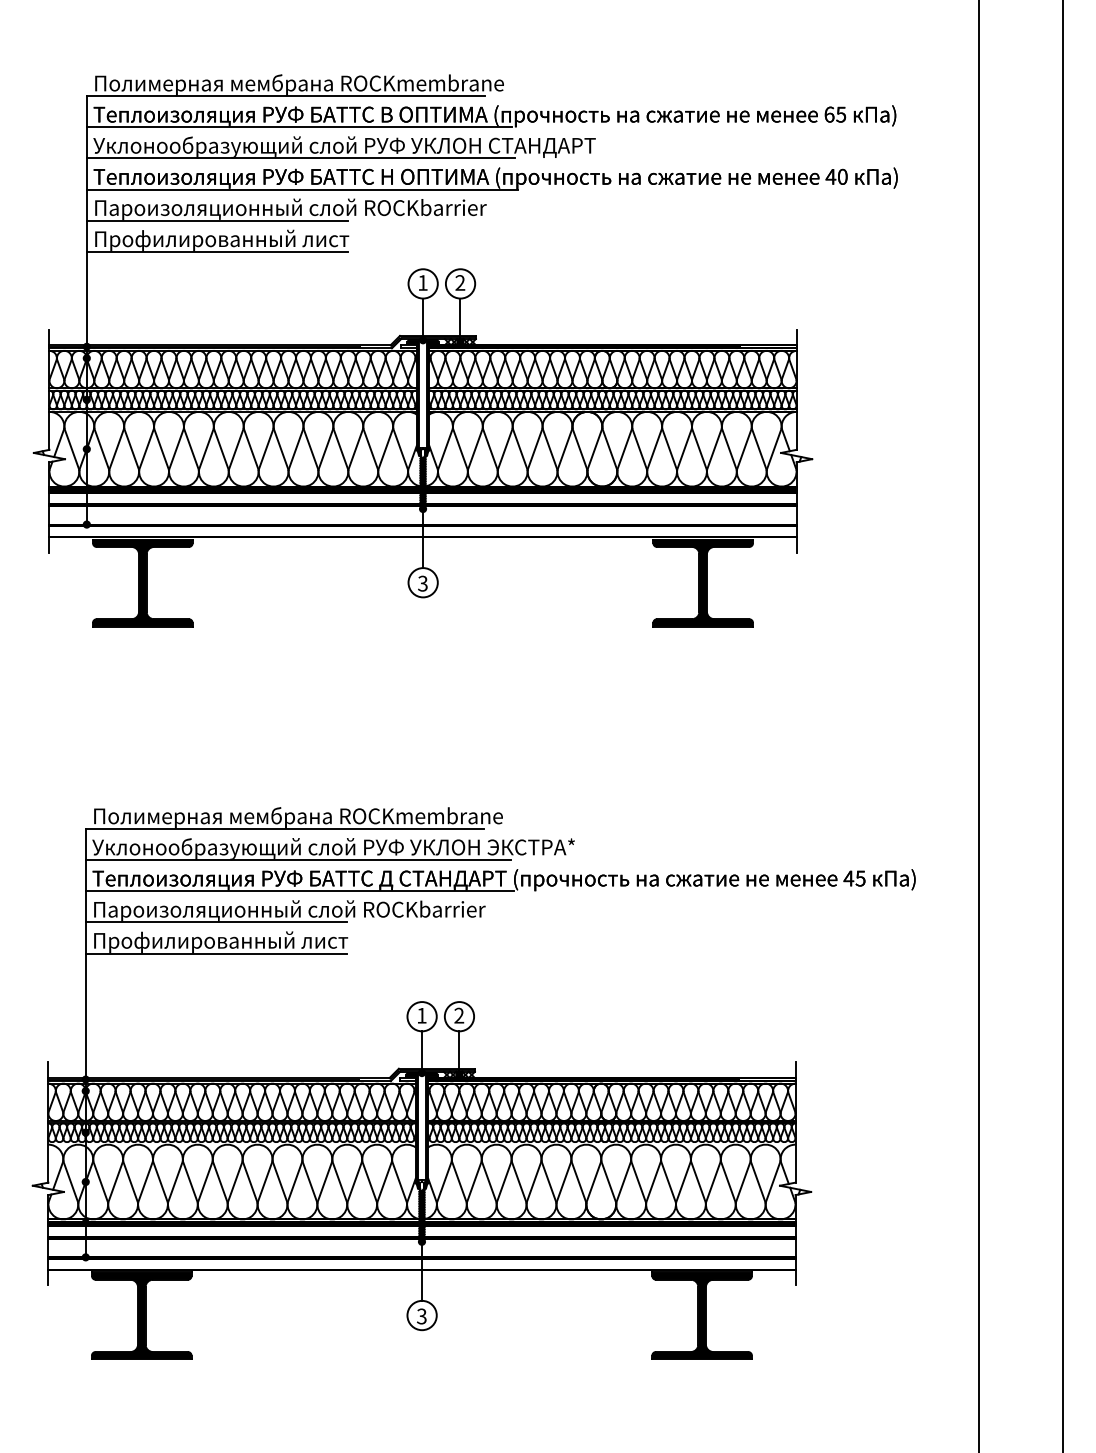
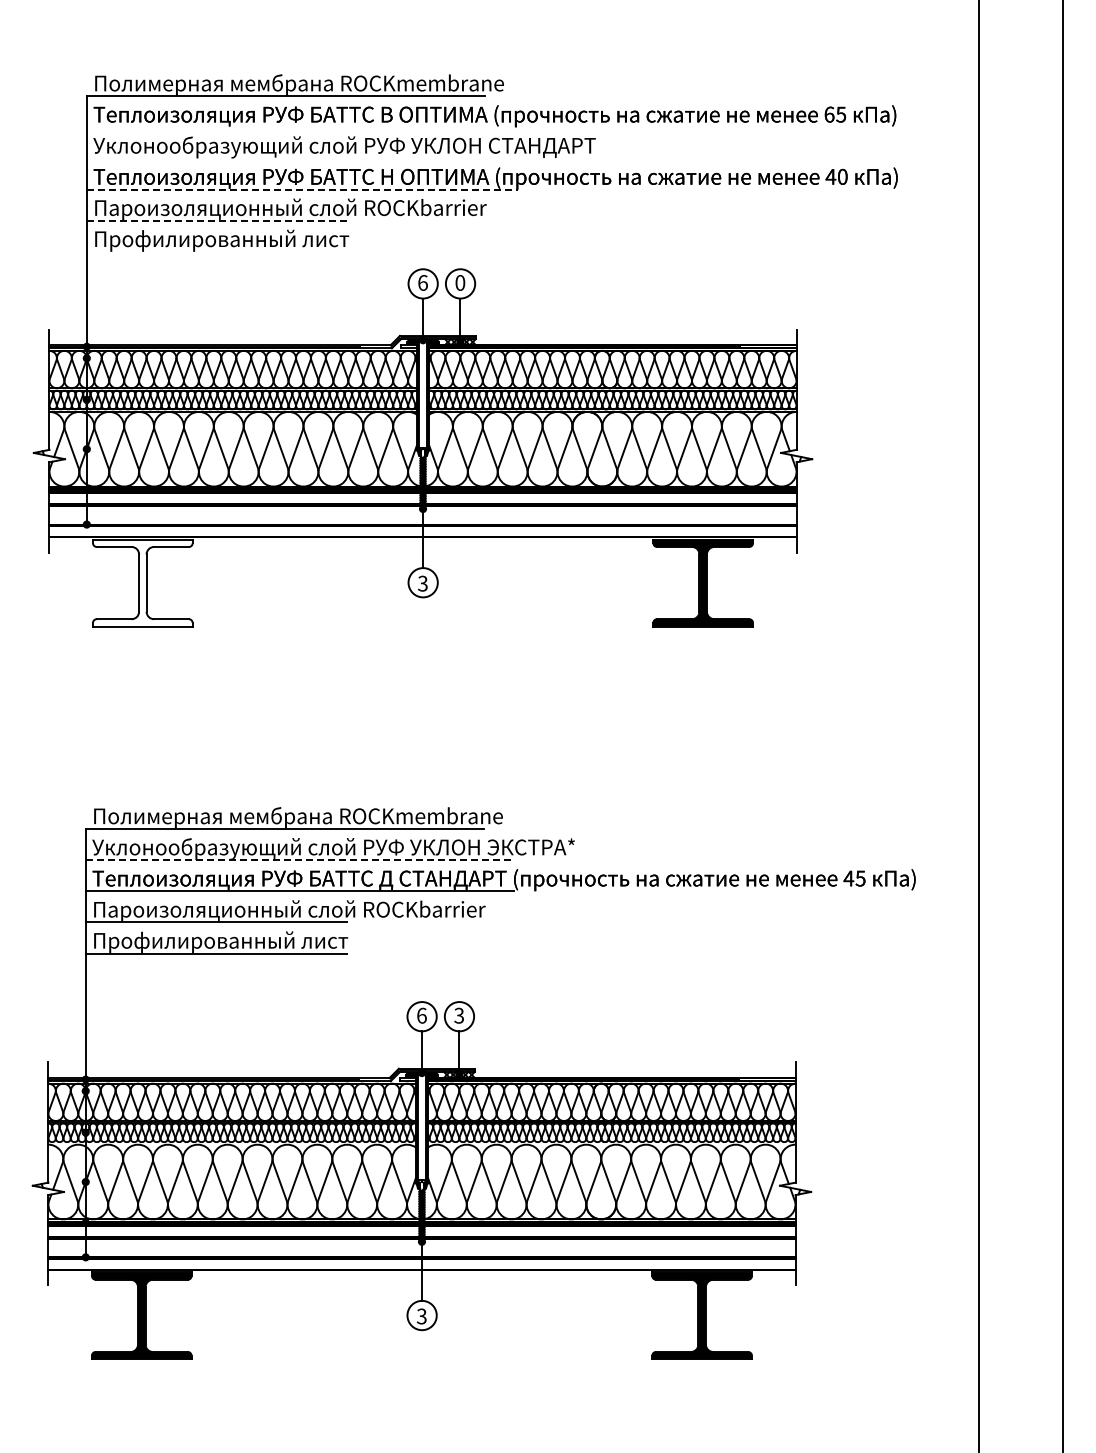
line at (299, 127): present -> none
line at (300, 158): present -> none
line at (302, 189): solid -> dashed
line at (217, 220): solid -> dashed
line at (217, 251): present -> none
text at (422, 282): 1 -> 6
text at (460, 282): 2 -> 0
fill at (142, 582): present -> none
line at (298, 860): solid -> dashed
text at (421, 1015): 1 -> 6
text at (459, 1015): 2 -> 3
